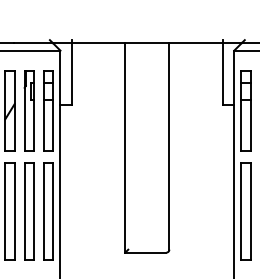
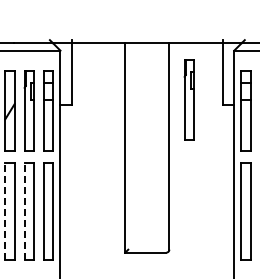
part at (188, 99): none -> present
line at (5, 211): solid -> dashed
line at (24, 211): solid -> dashed
